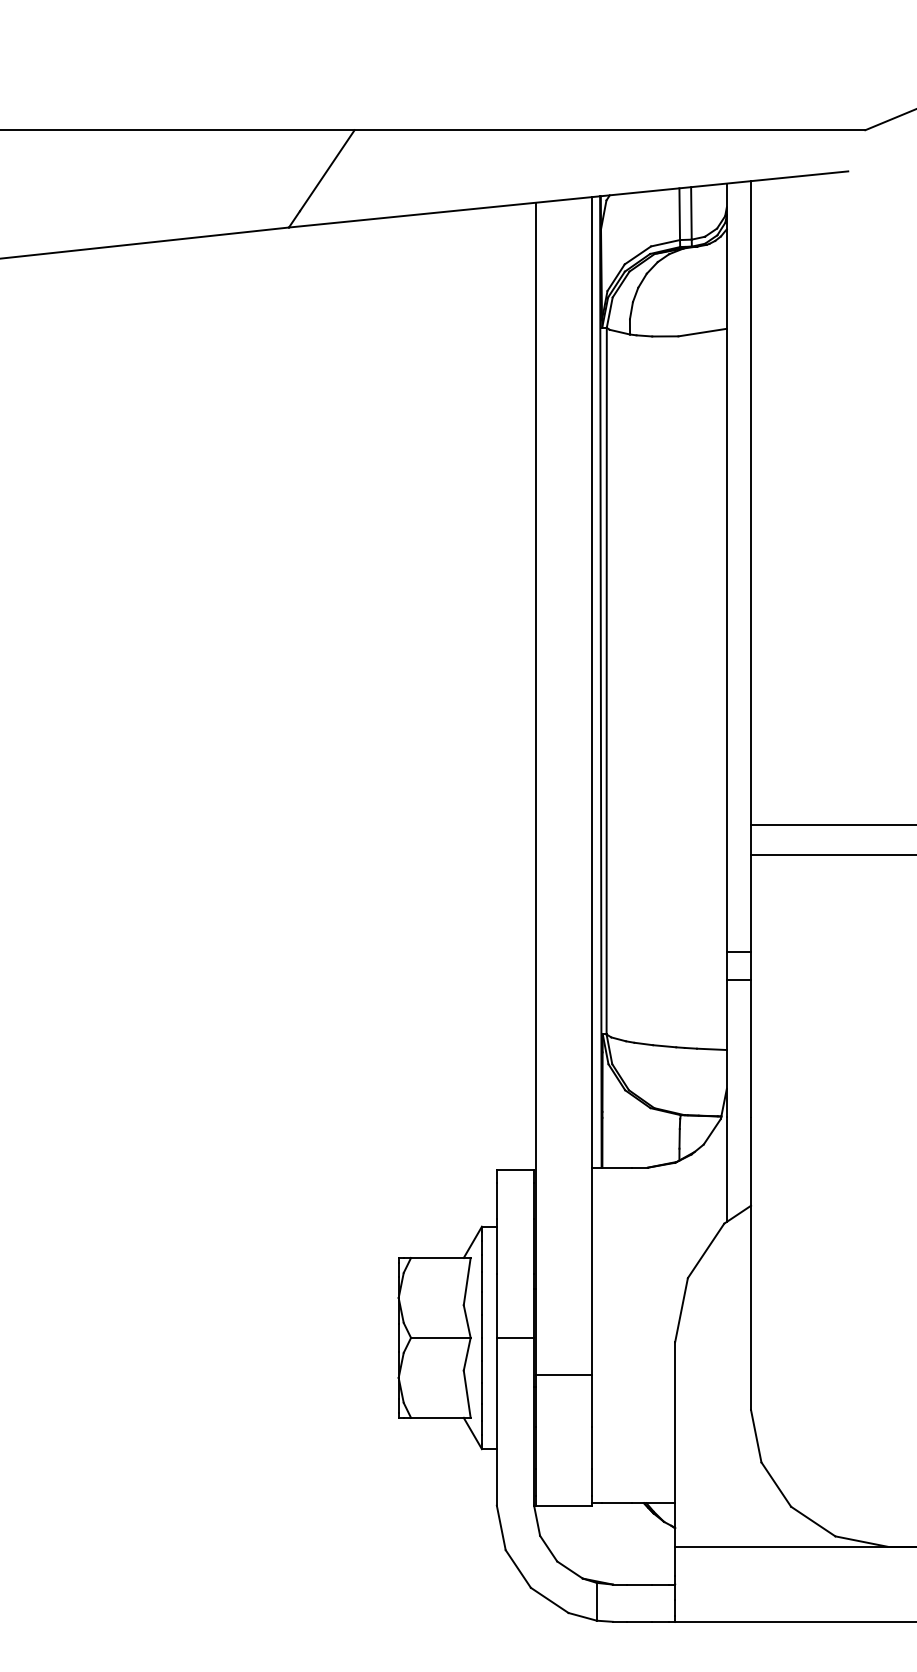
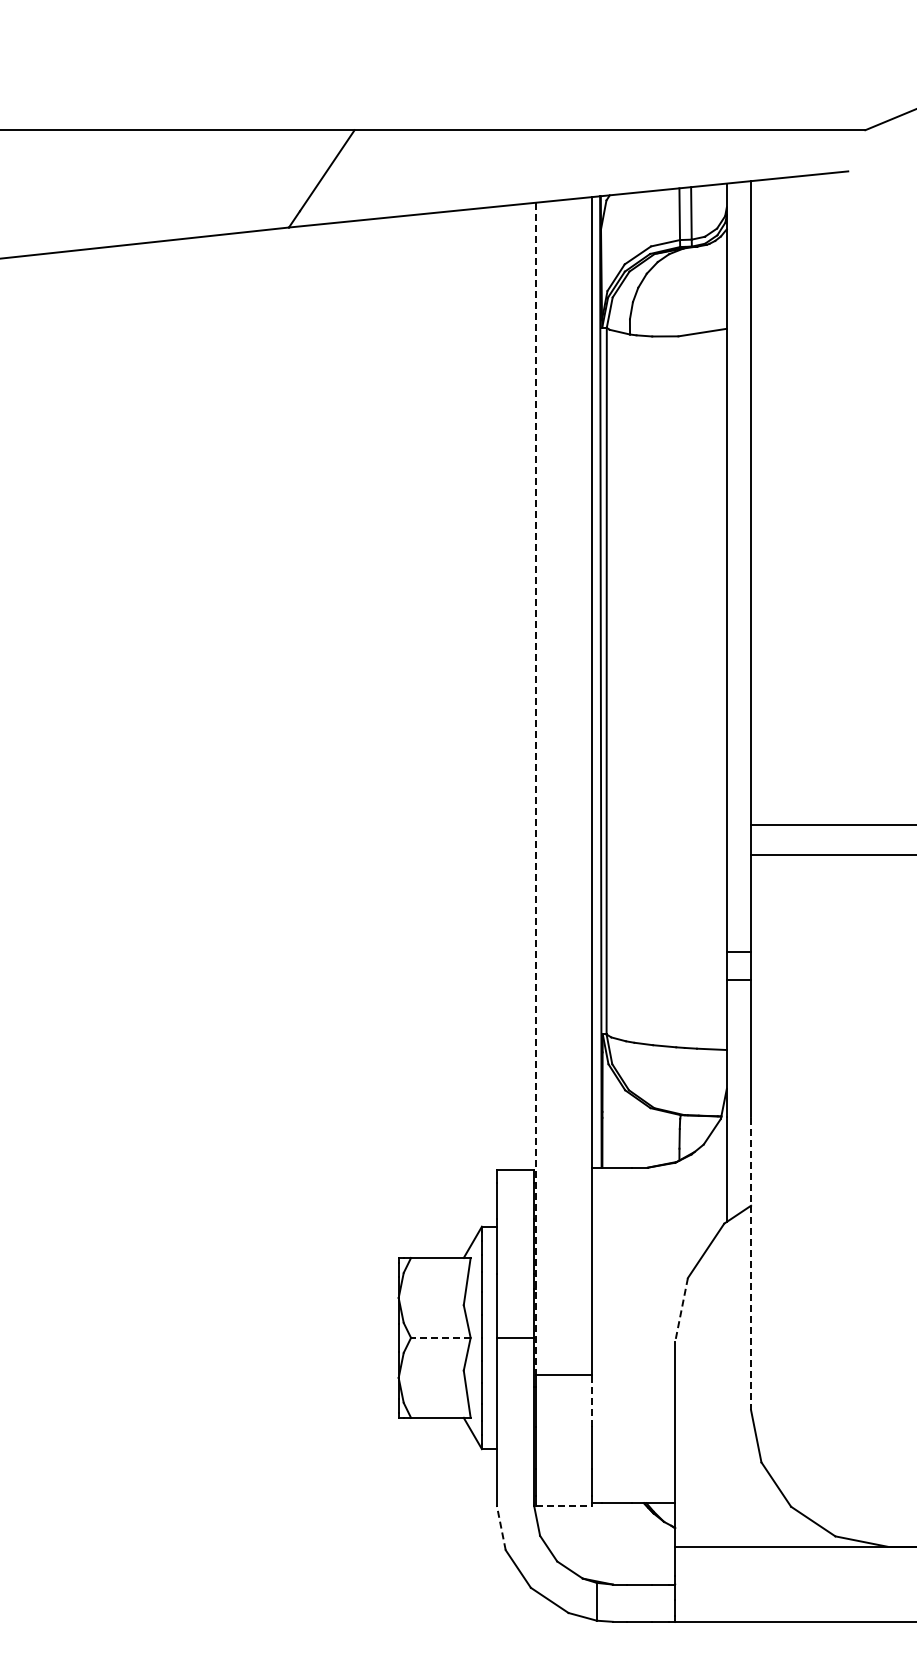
line at (536, 789): solid -> dashed
line at (751, 1264): solid -> dashed
line at (681, 1310): solid -> dashed
line at (440, 1337): solid -> dashed
line at (592, 1401): solid -> dashed
line at (564, 1505): solid -> dashed
line at (501, 1527): solid -> dashed
